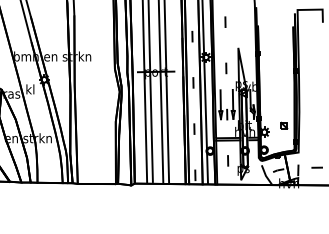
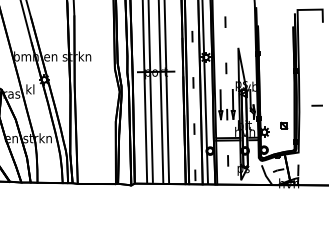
line at (316, 167) position: (316, 167) -> (316, 105)
